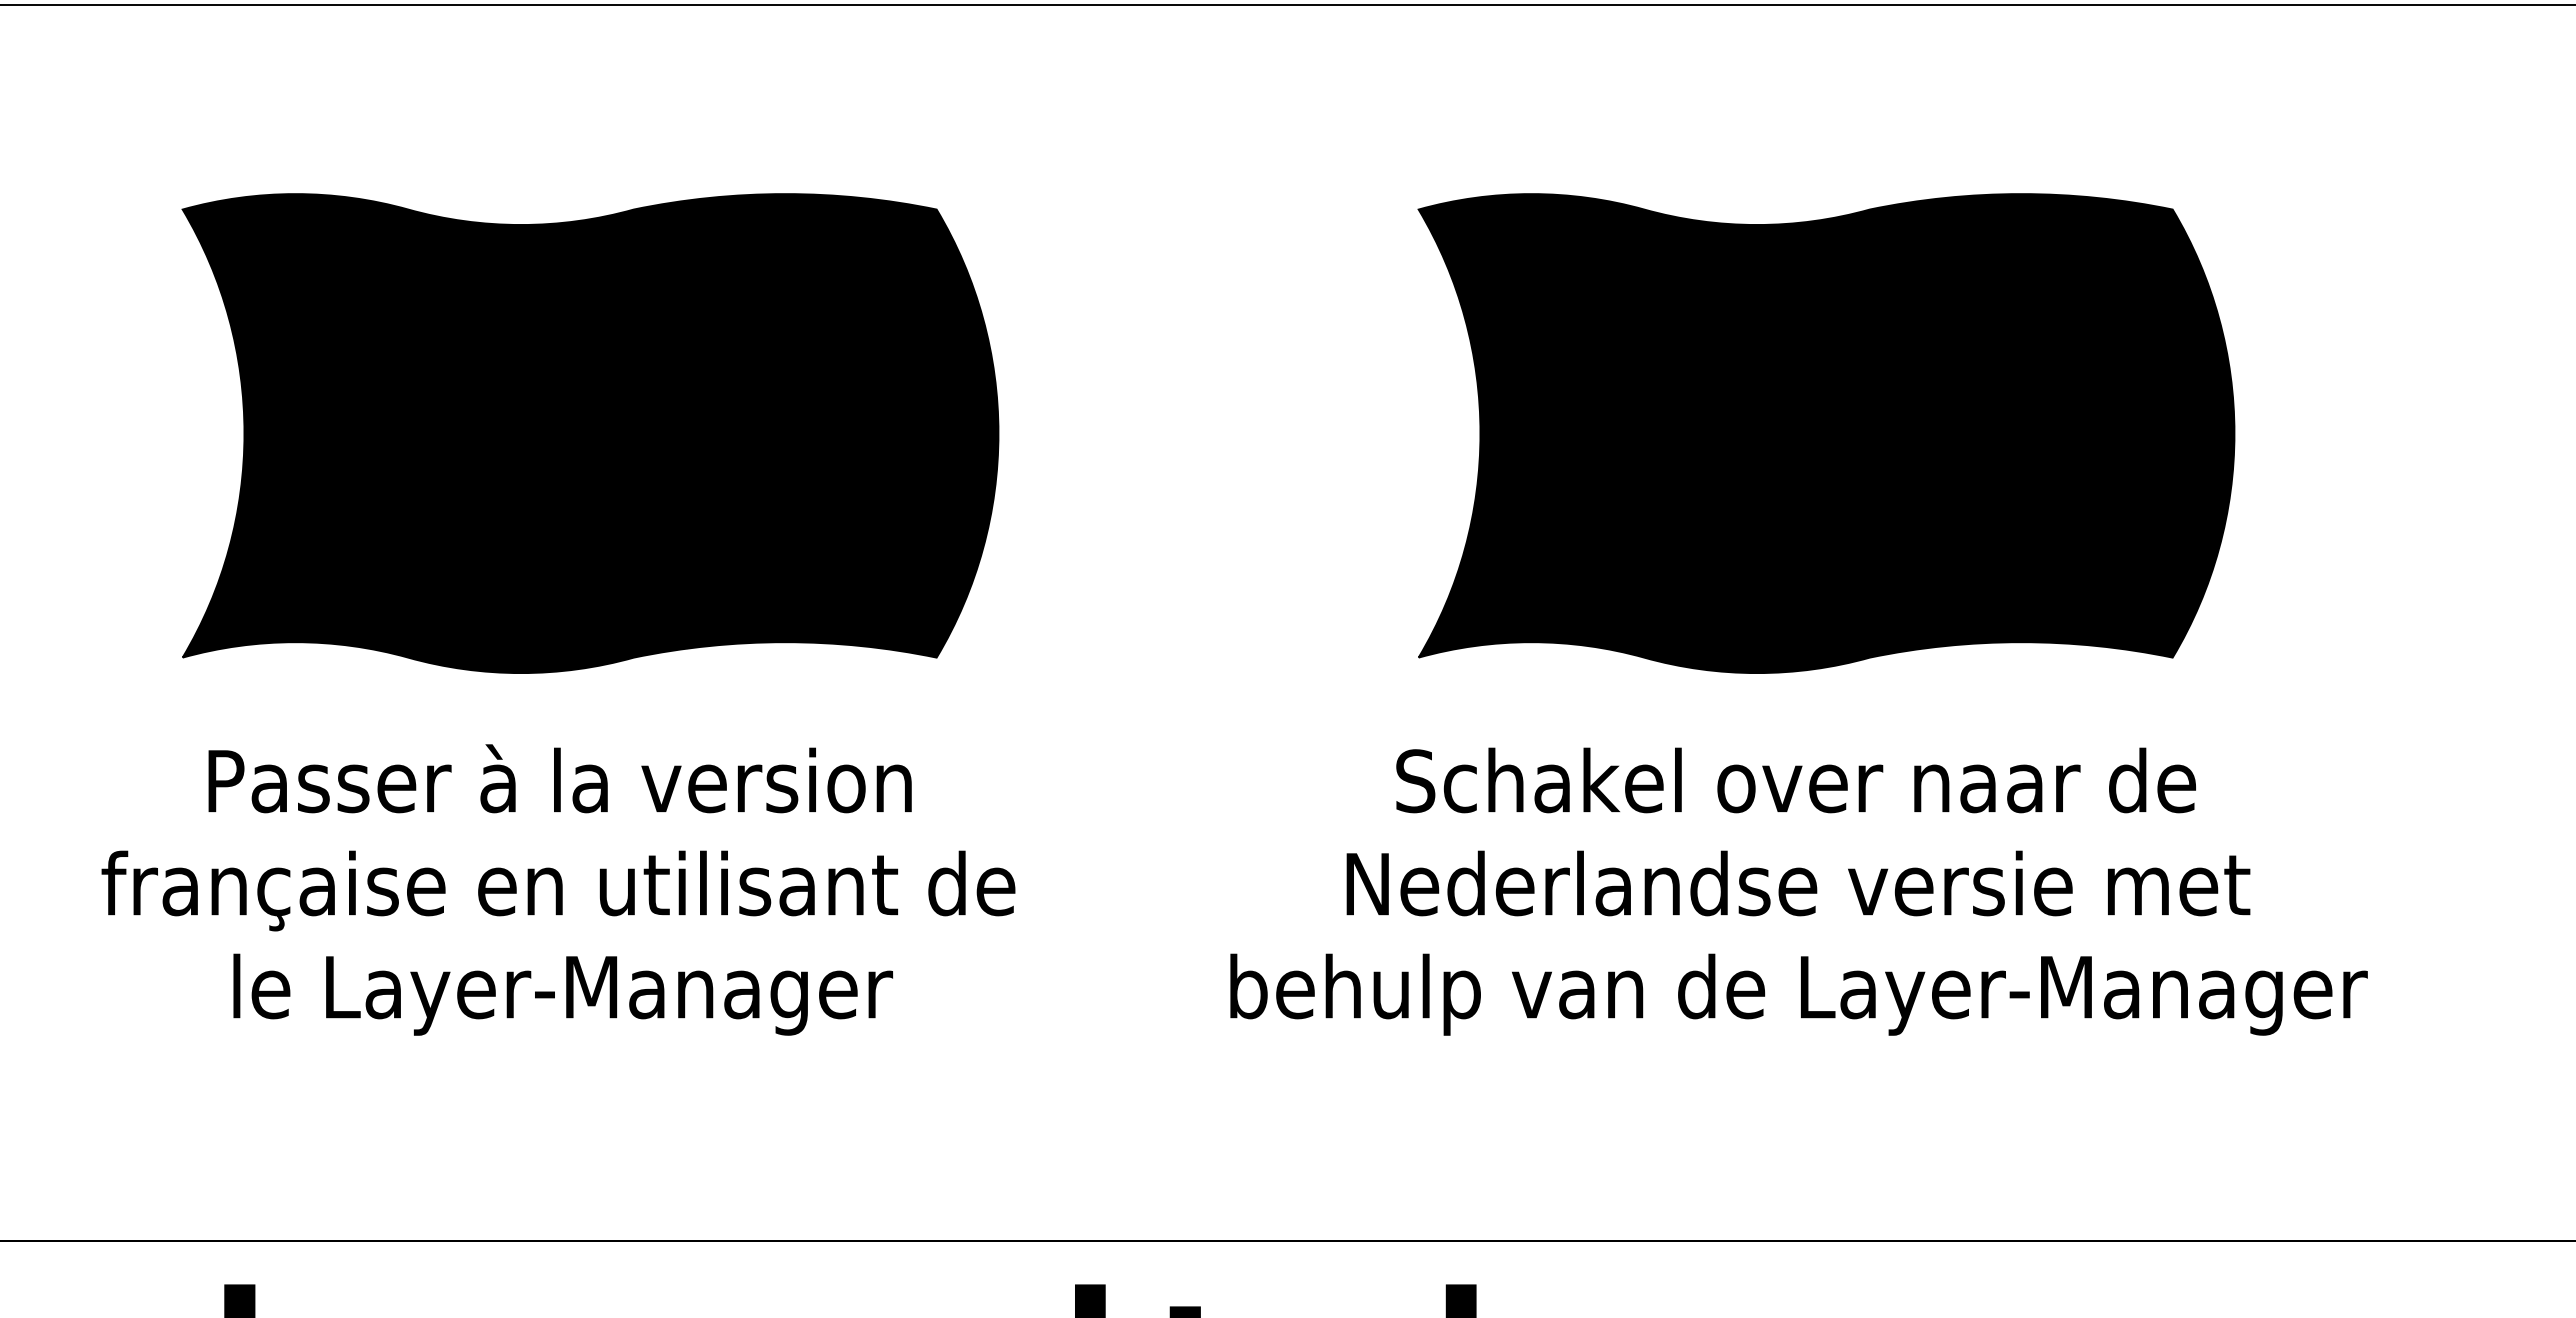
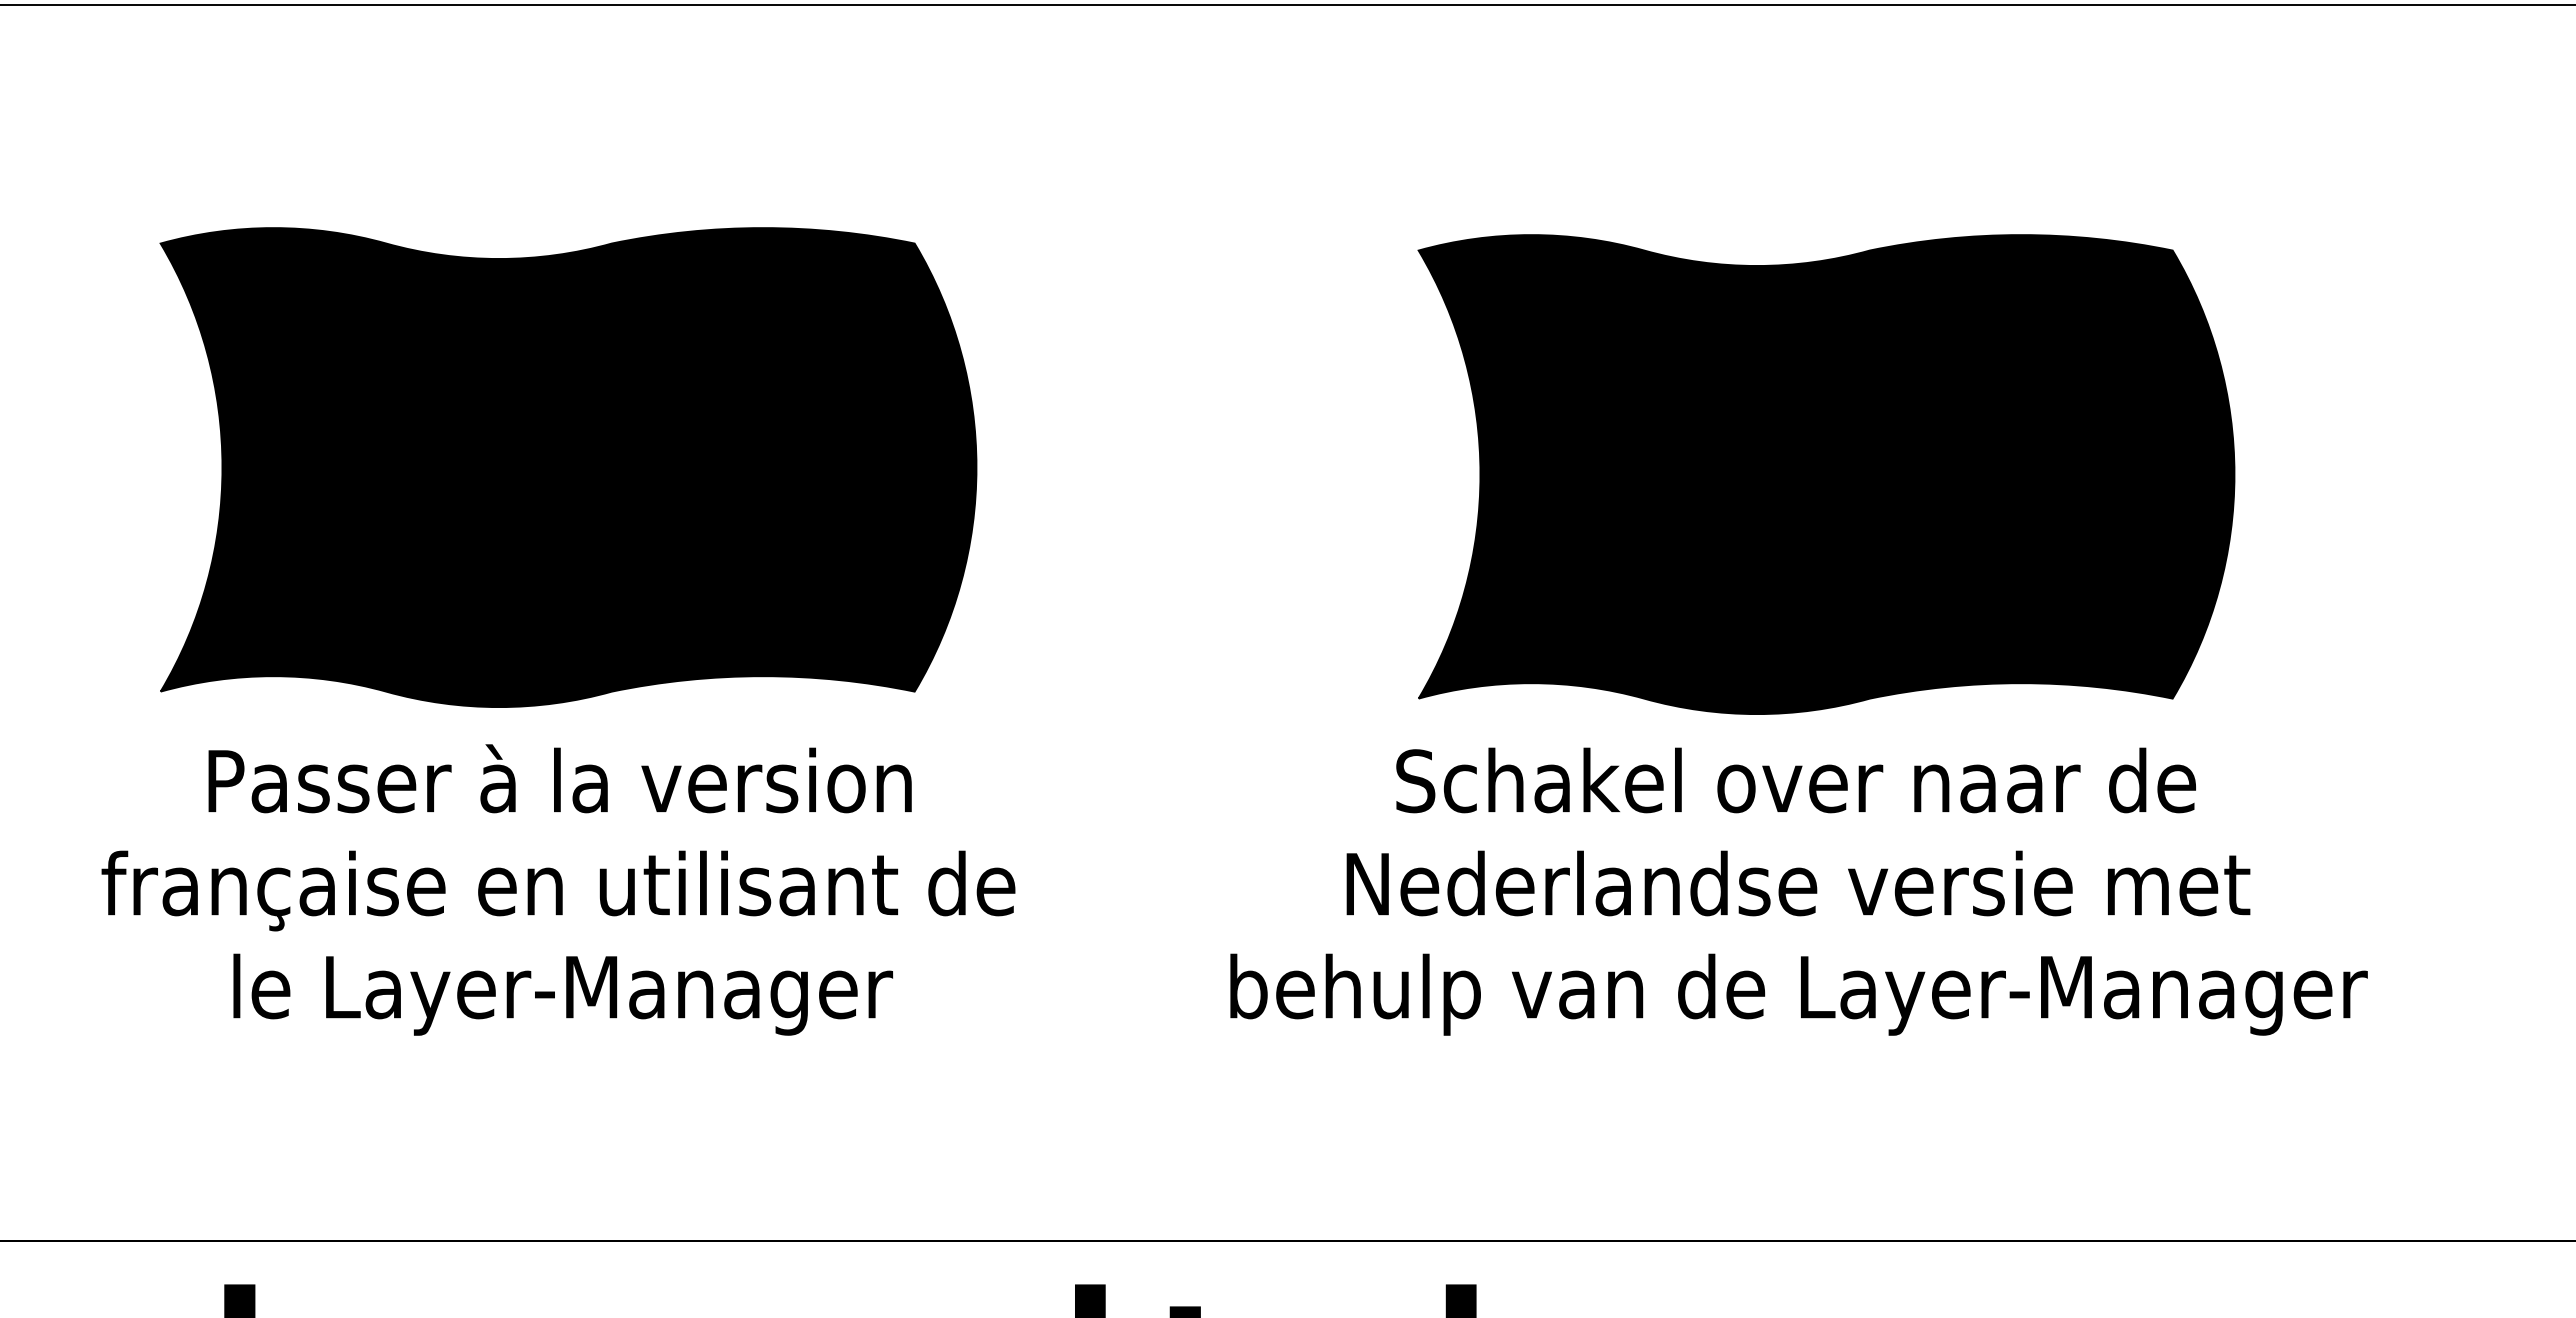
part at (590, 433) position: (590, 433) -> (568, 467)
part at (1826, 433) position: (1826, 433) -> (1826, 474)
